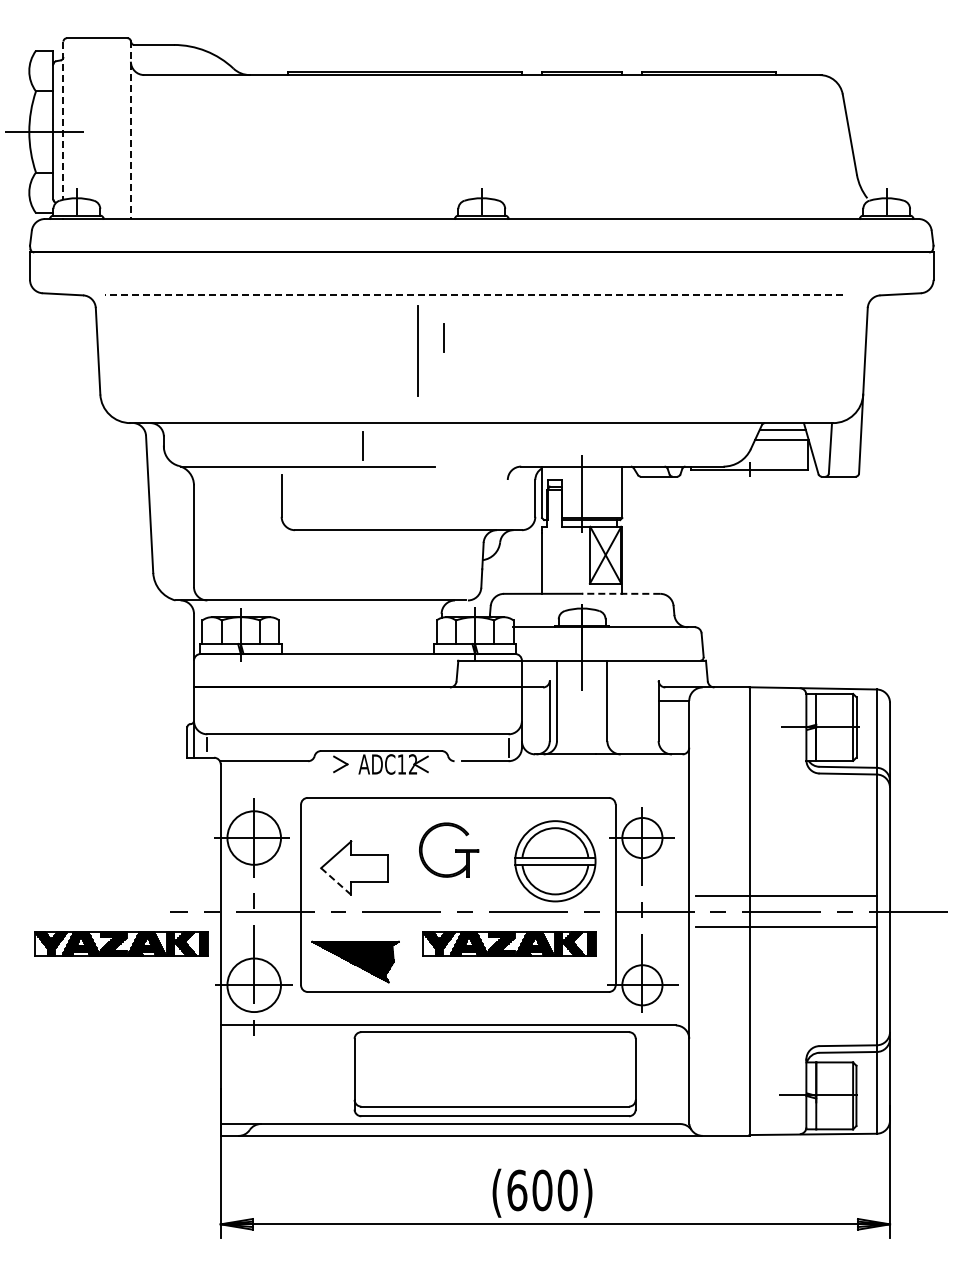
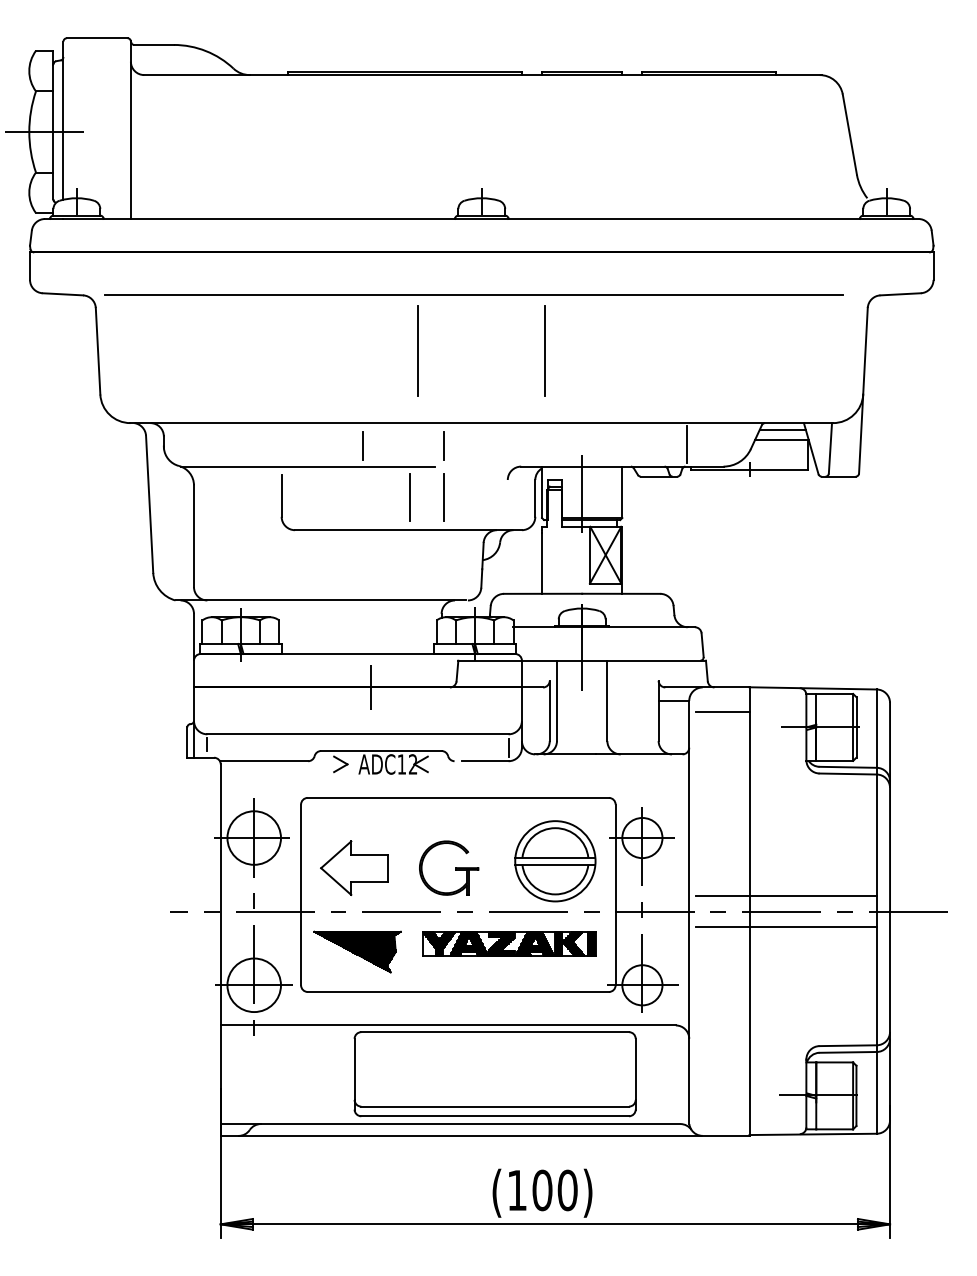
line at (63, 121): dashed -> solid
line at (130, 130): dashed -> solid
line at (474, 295): dashed -> solid
line at (443, 337) position: (443, 337) -> (443, 445)
line at (545, 350): none -> present
line at (687, 444): none -> present
line at (410, 496): none -> present
line at (443, 496): none -> present
line at (620, 593): dashed -> solid
line at (371, 687): none -> present
line at (722, 712): none -> present
part at (449, 849) position: (449, 849) -> (449, 867)
line at (336, 881): dashed -> solid
part at (121, 943): present -> none
part at (355, 961) position: (355, 961) -> (357, 951)
text at (517, 1190): (600) -> (100)
